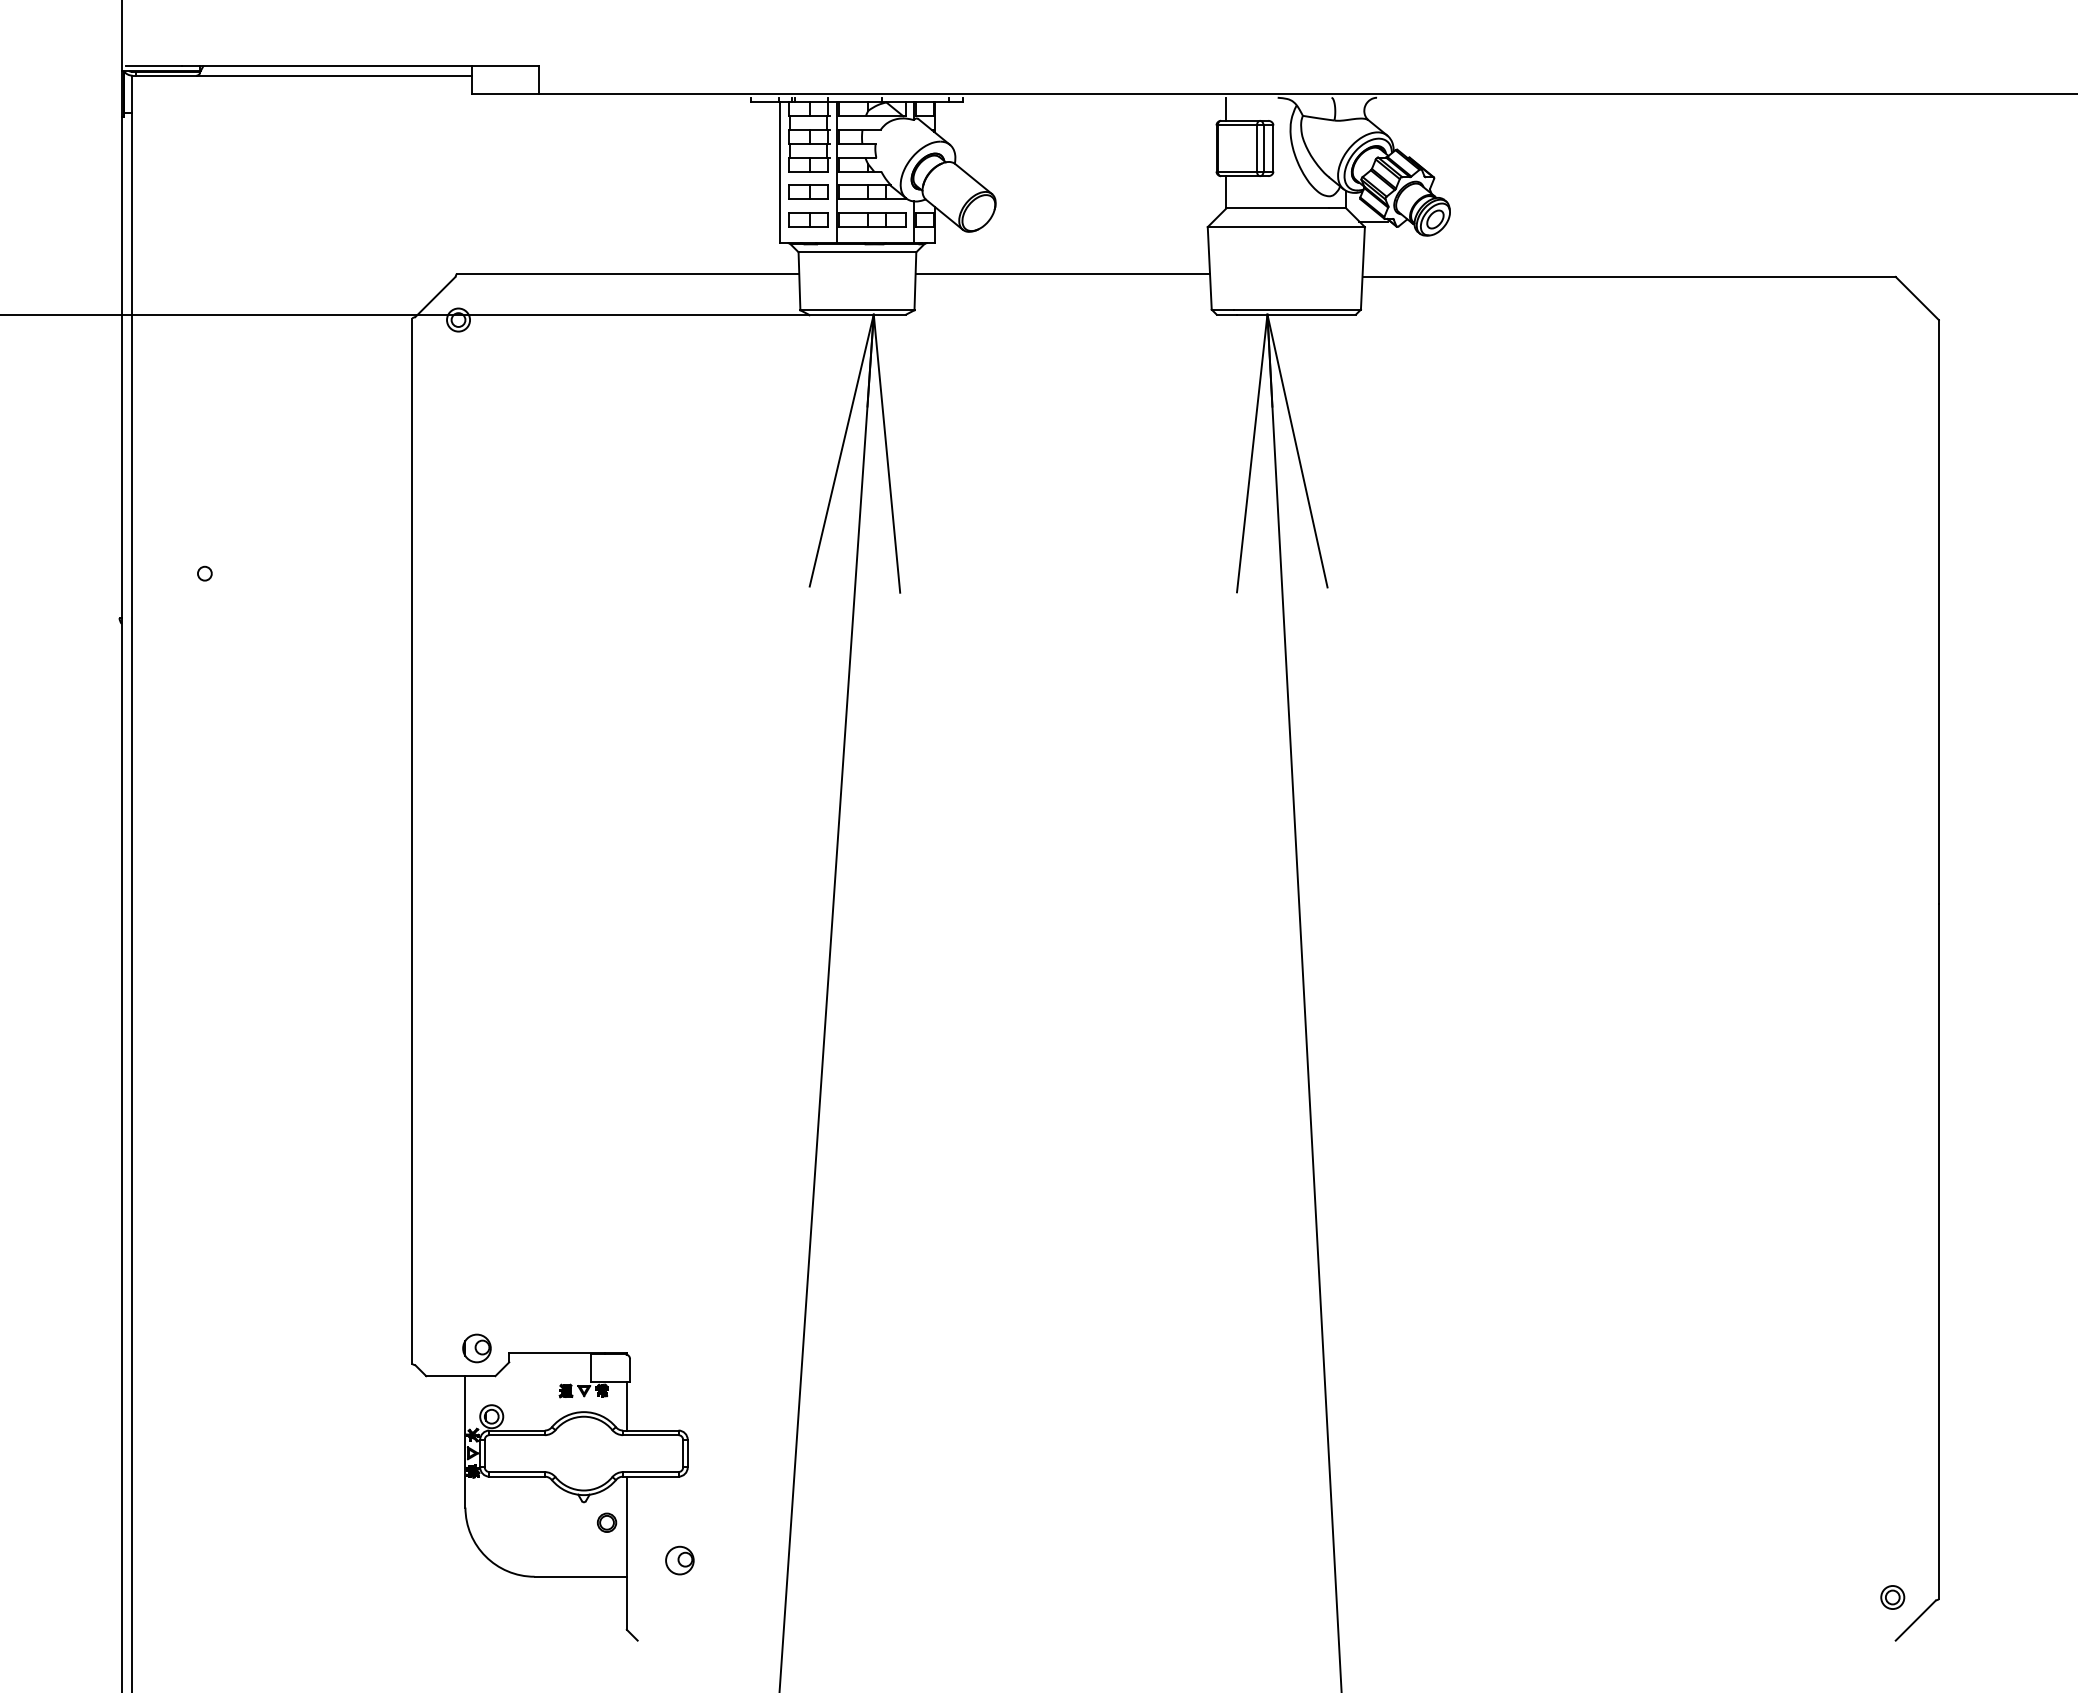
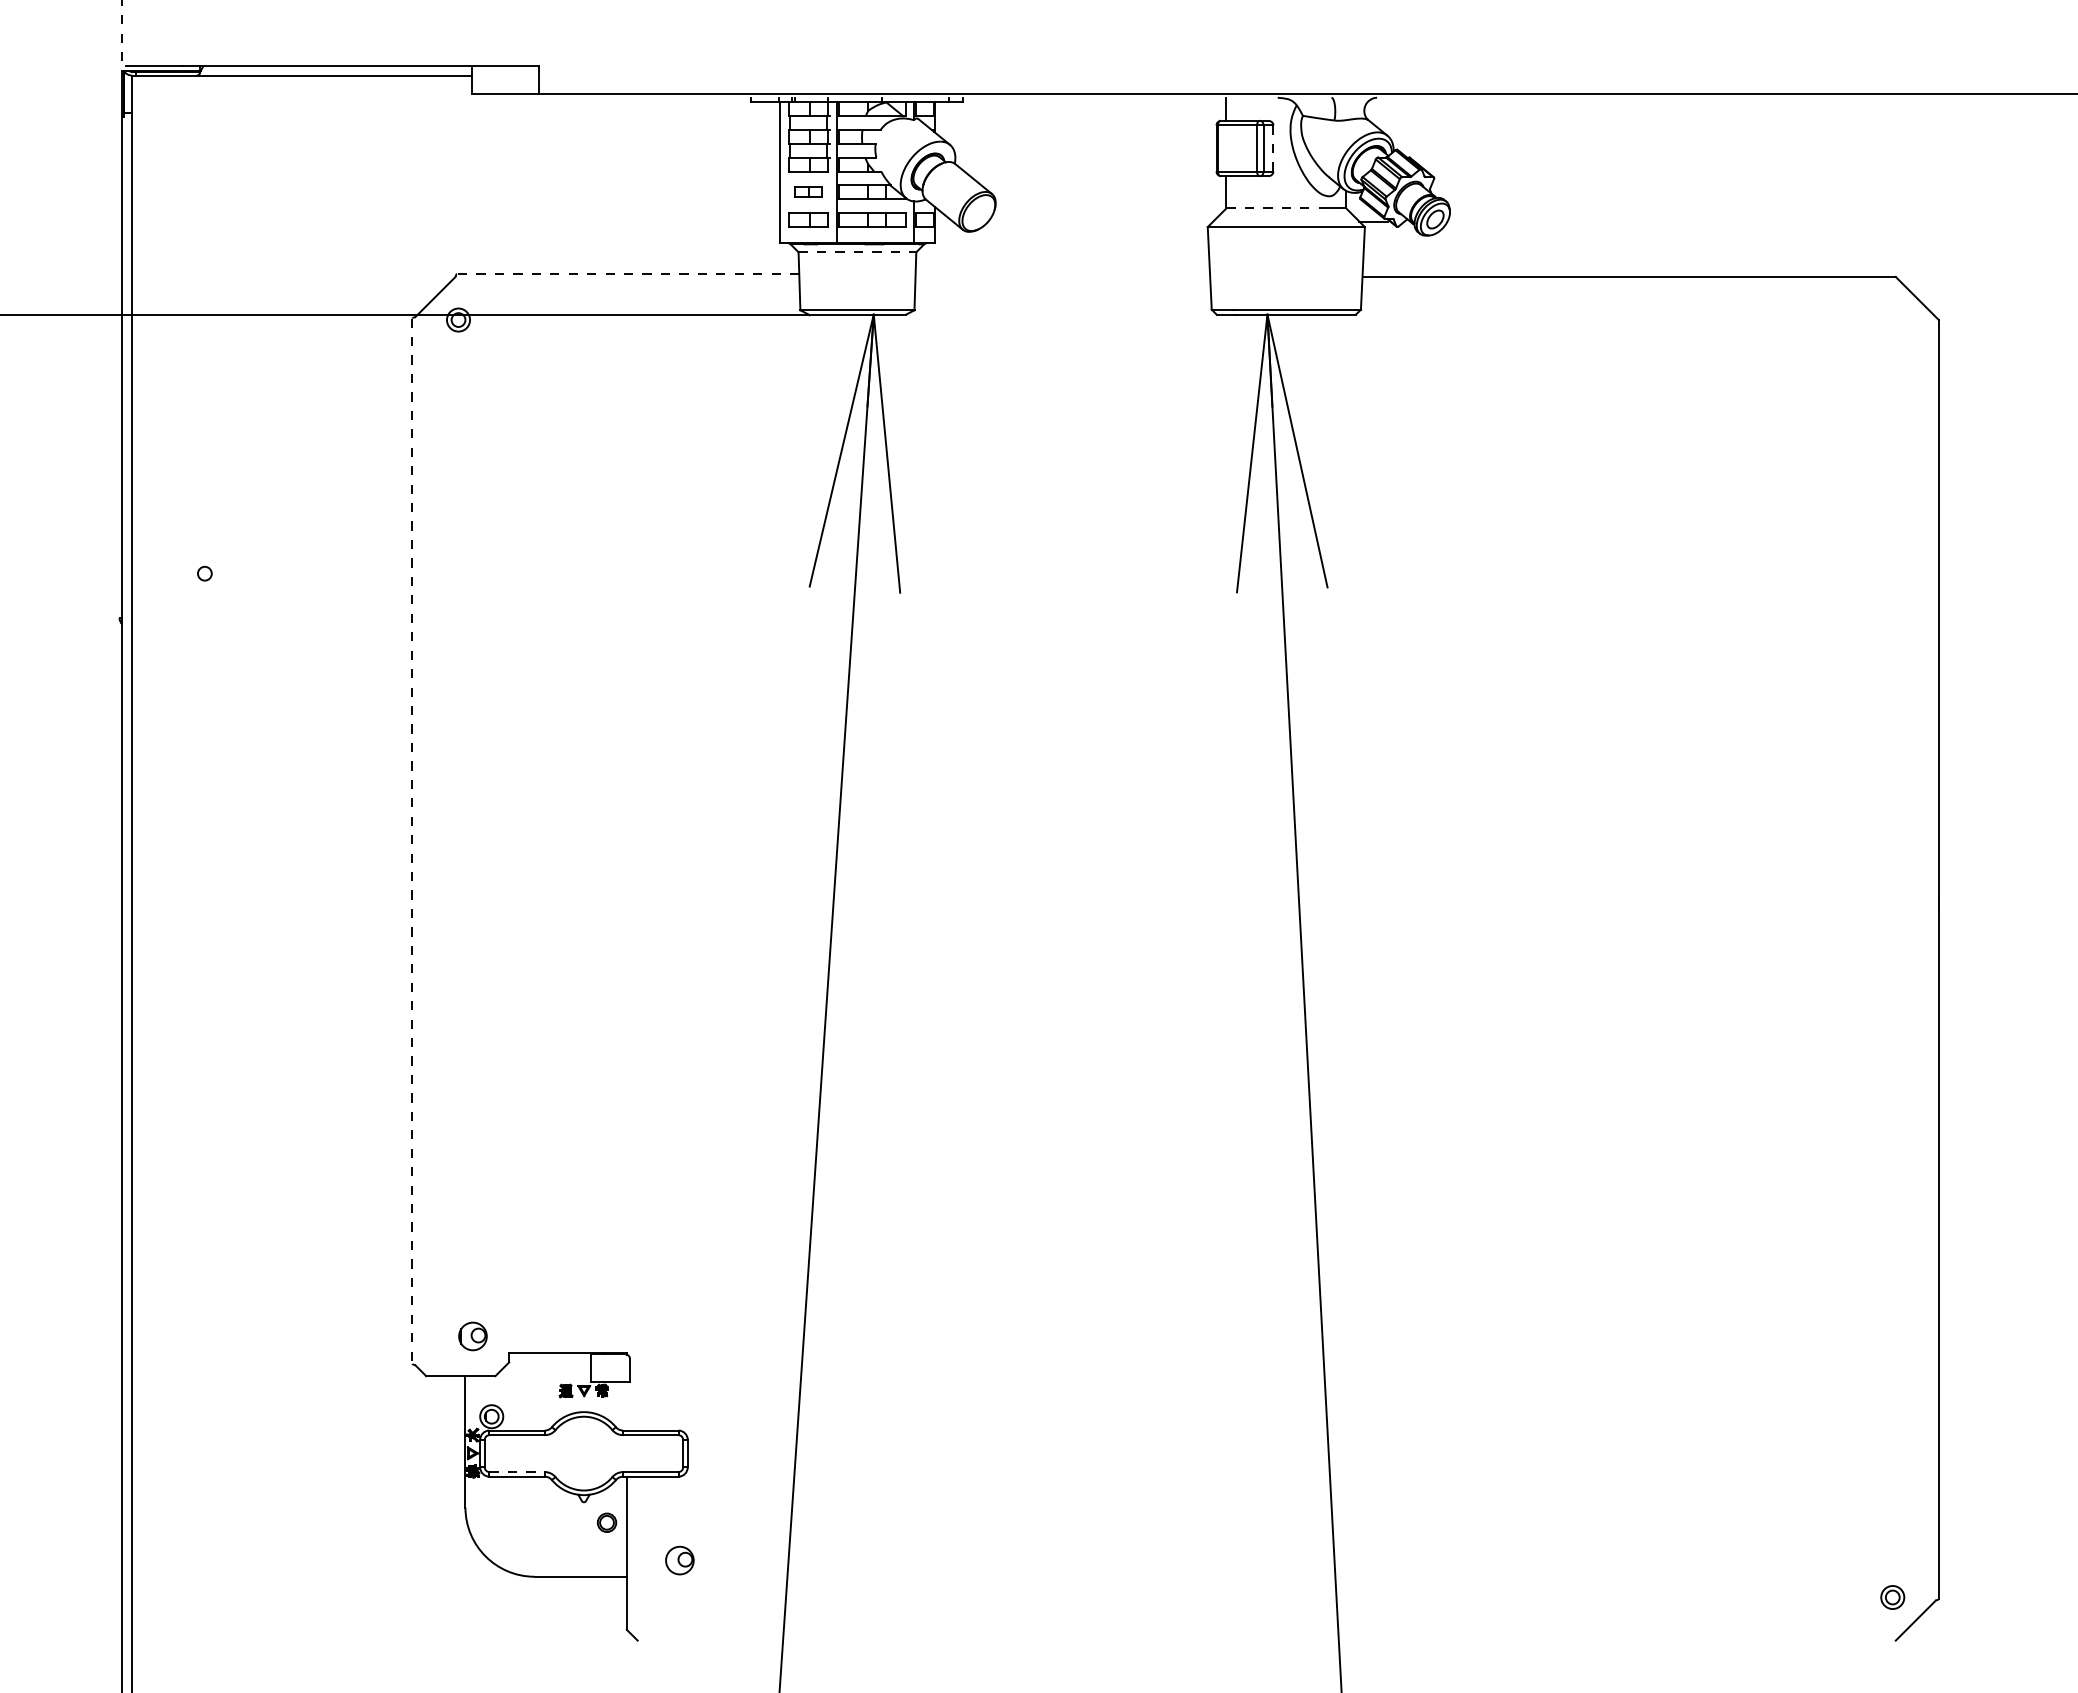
line at (121, 35): solid -> dashed
line at (1273, 149): solid -> dashed
part at (808, 191) size: 41x16 px -> 29x12 px
line at (1278, 208): solid -> dashed
line at (857, 252): solid -> dashed
line at (627, 273): solid -> dashed
line at (1062, 273): present -> none
line at (412, 841): solid -> dashed
part at (476, 1348) position: (476, 1348) -> (472, 1336)
line at (626, 1406): present -> none
line at (517, 1472): solid -> dashed
